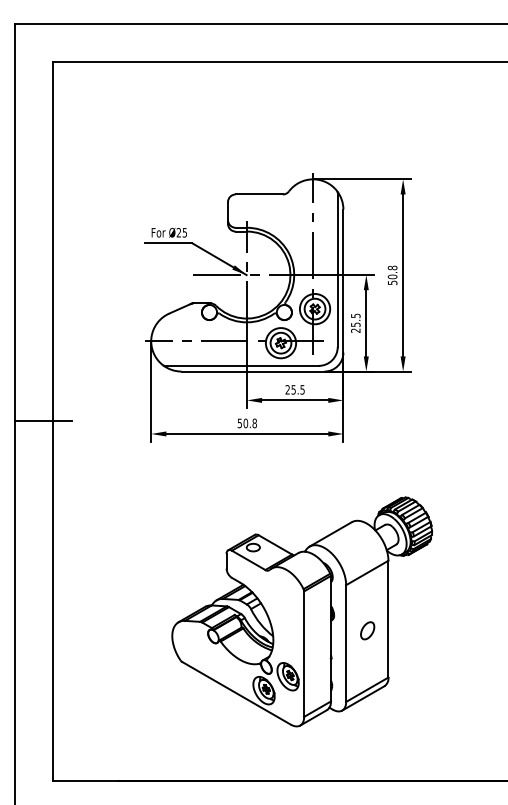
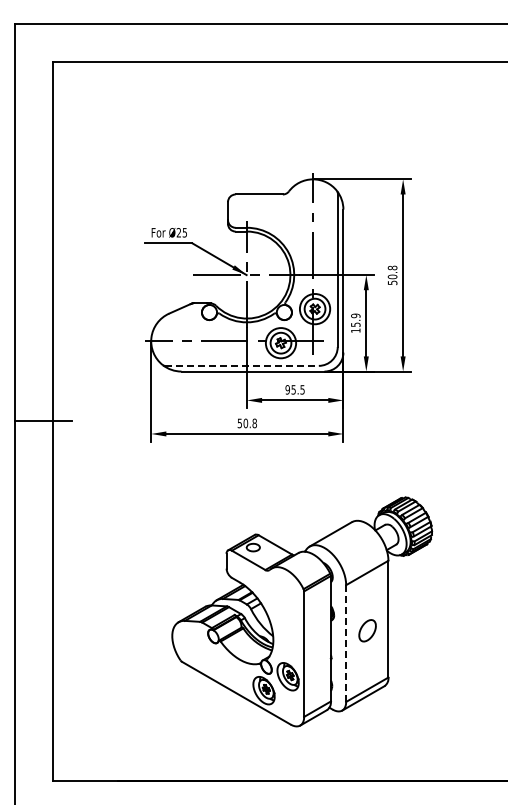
text at (355, 322): 25.5 -> 15.9
line at (241, 365): solid -> dashed
text at (287, 389): 25.5 -> 95.5
part at (367, 630) size: 16x20 px -> 19x24 px
line at (346, 643): solid -> dashed
